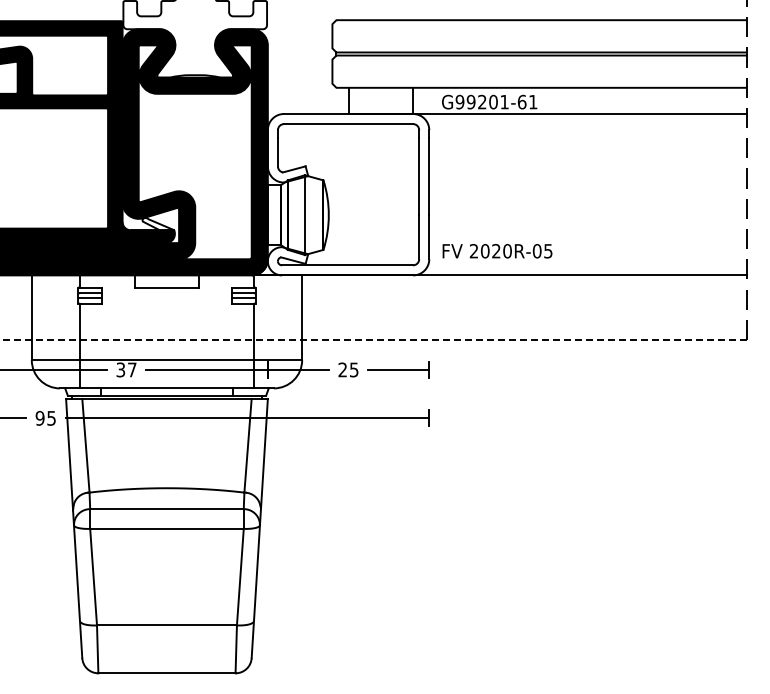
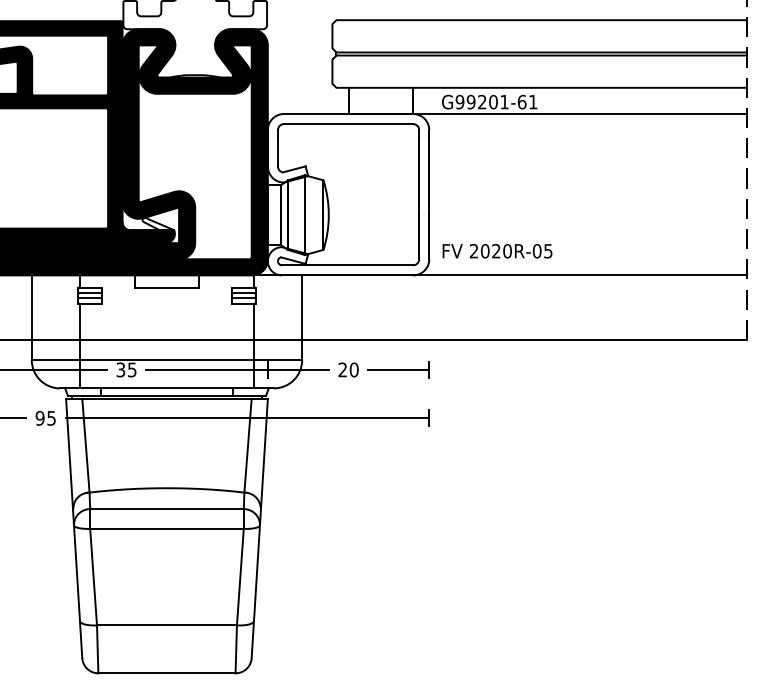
line at (373, 339): dashed -> solid
text at (132, 369): 37 -> 35
text at (353, 369): 25 -> 20
